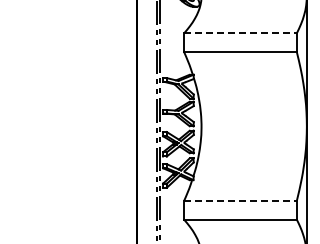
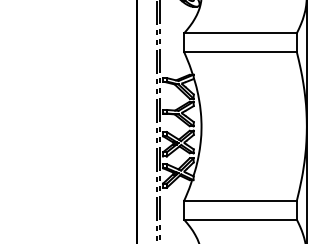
line at (241, 33): dashed -> solid
line at (241, 200): dashed -> solid
